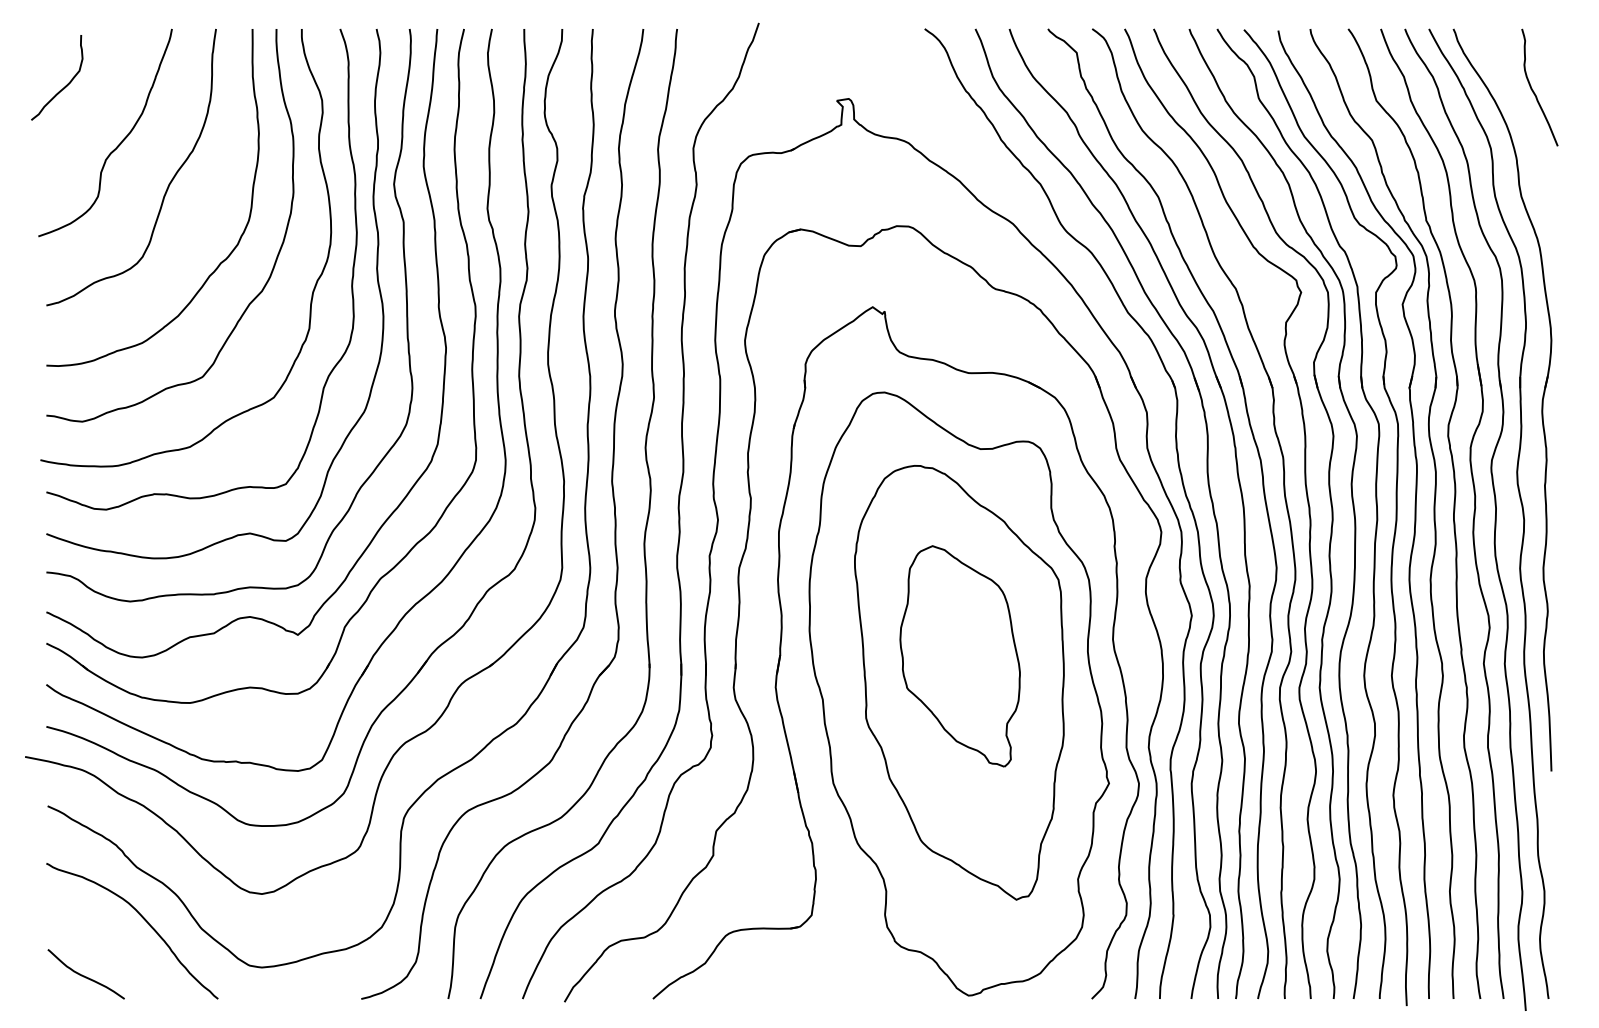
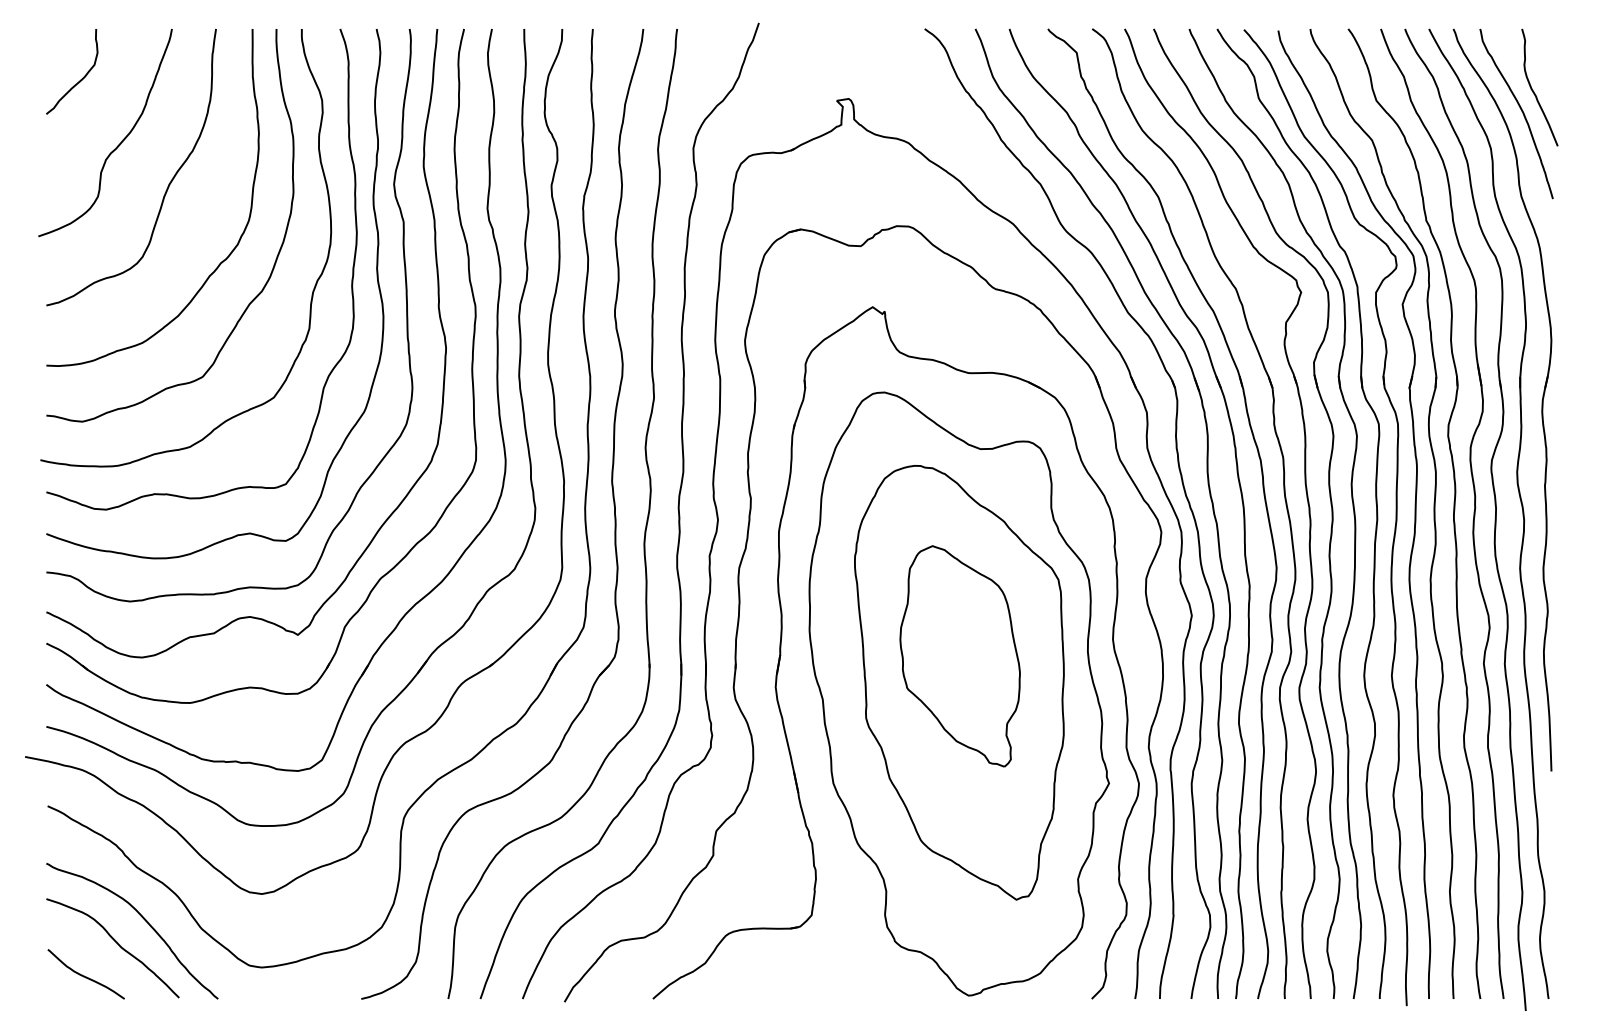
curve at (65, 85) position: (65, 85) -> (80, 79)
curve at (1521, 111): none -> present
curve at (116, 943): none -> present
